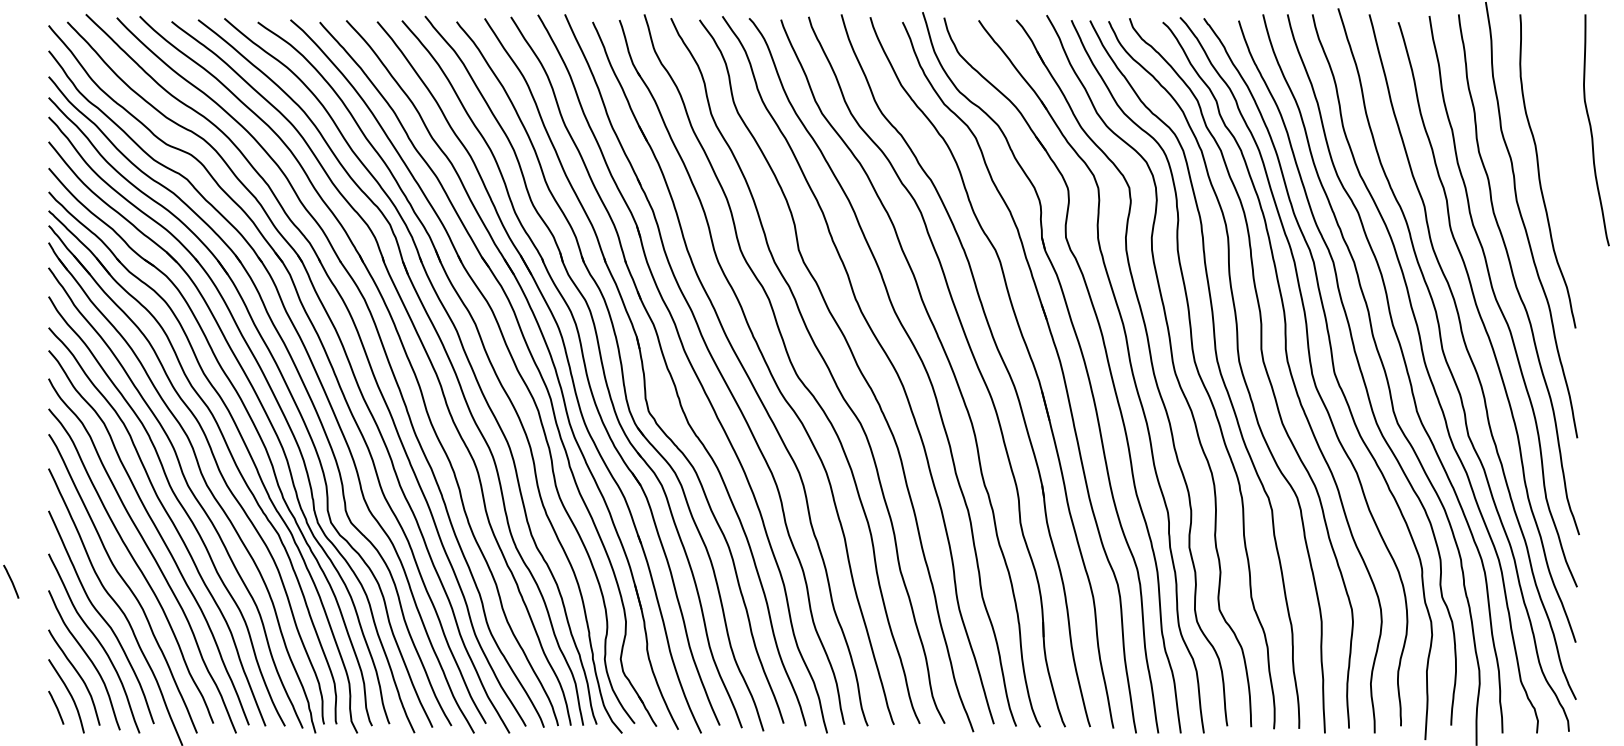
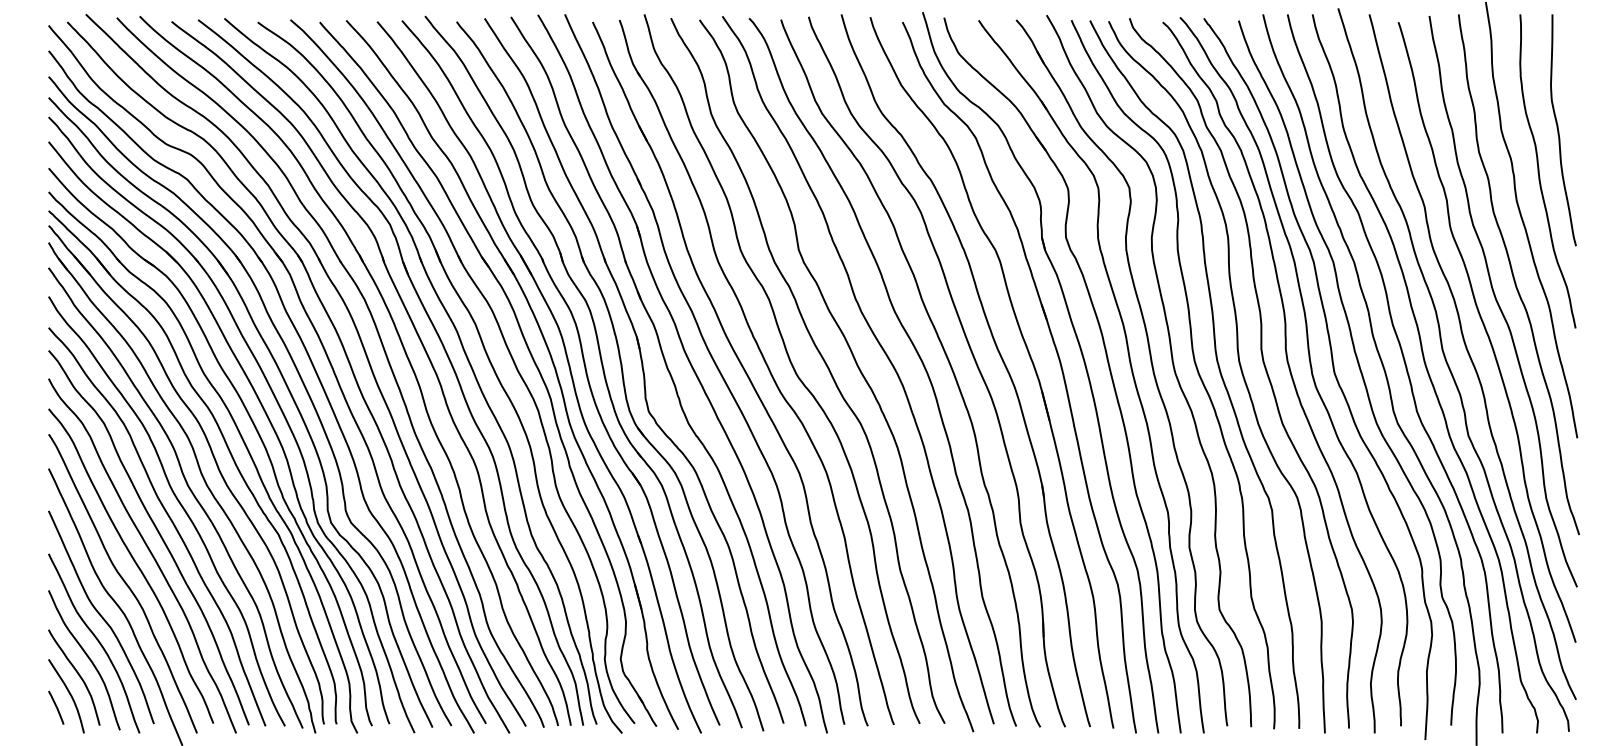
curve at (1592, 131) position: (1592, 131) -> (1559, 131)
line at (11, 581): present -> none
